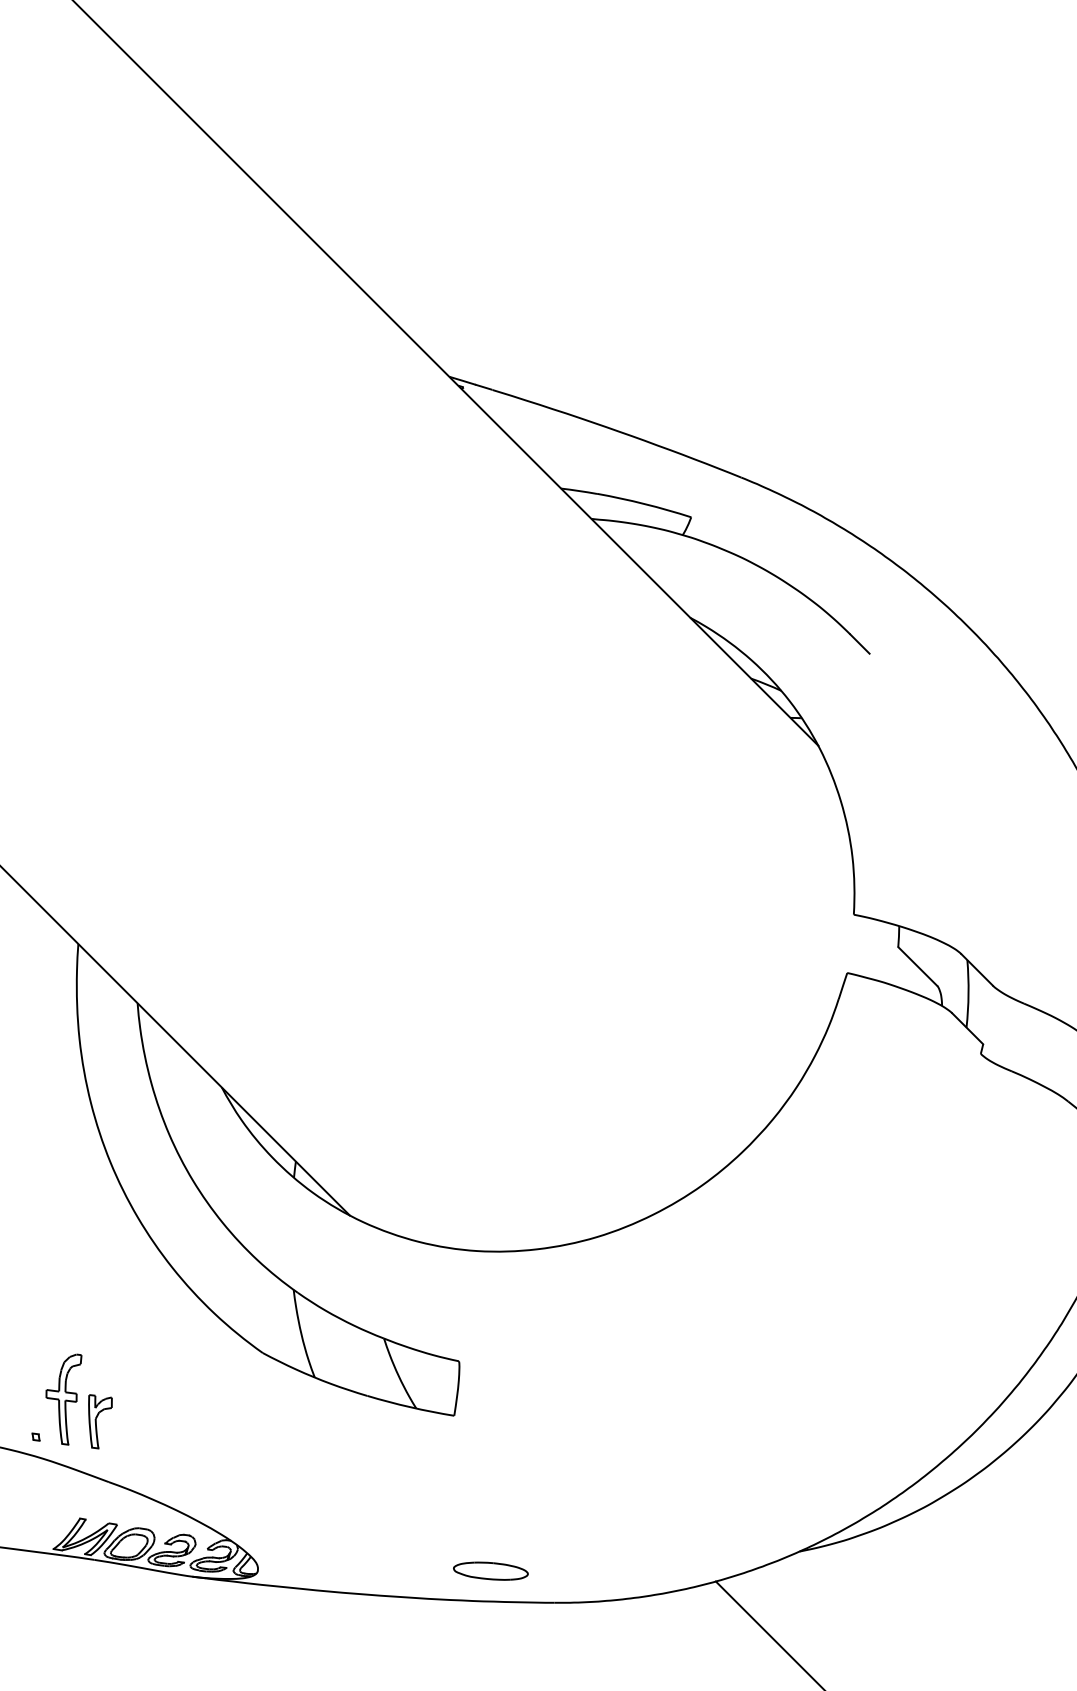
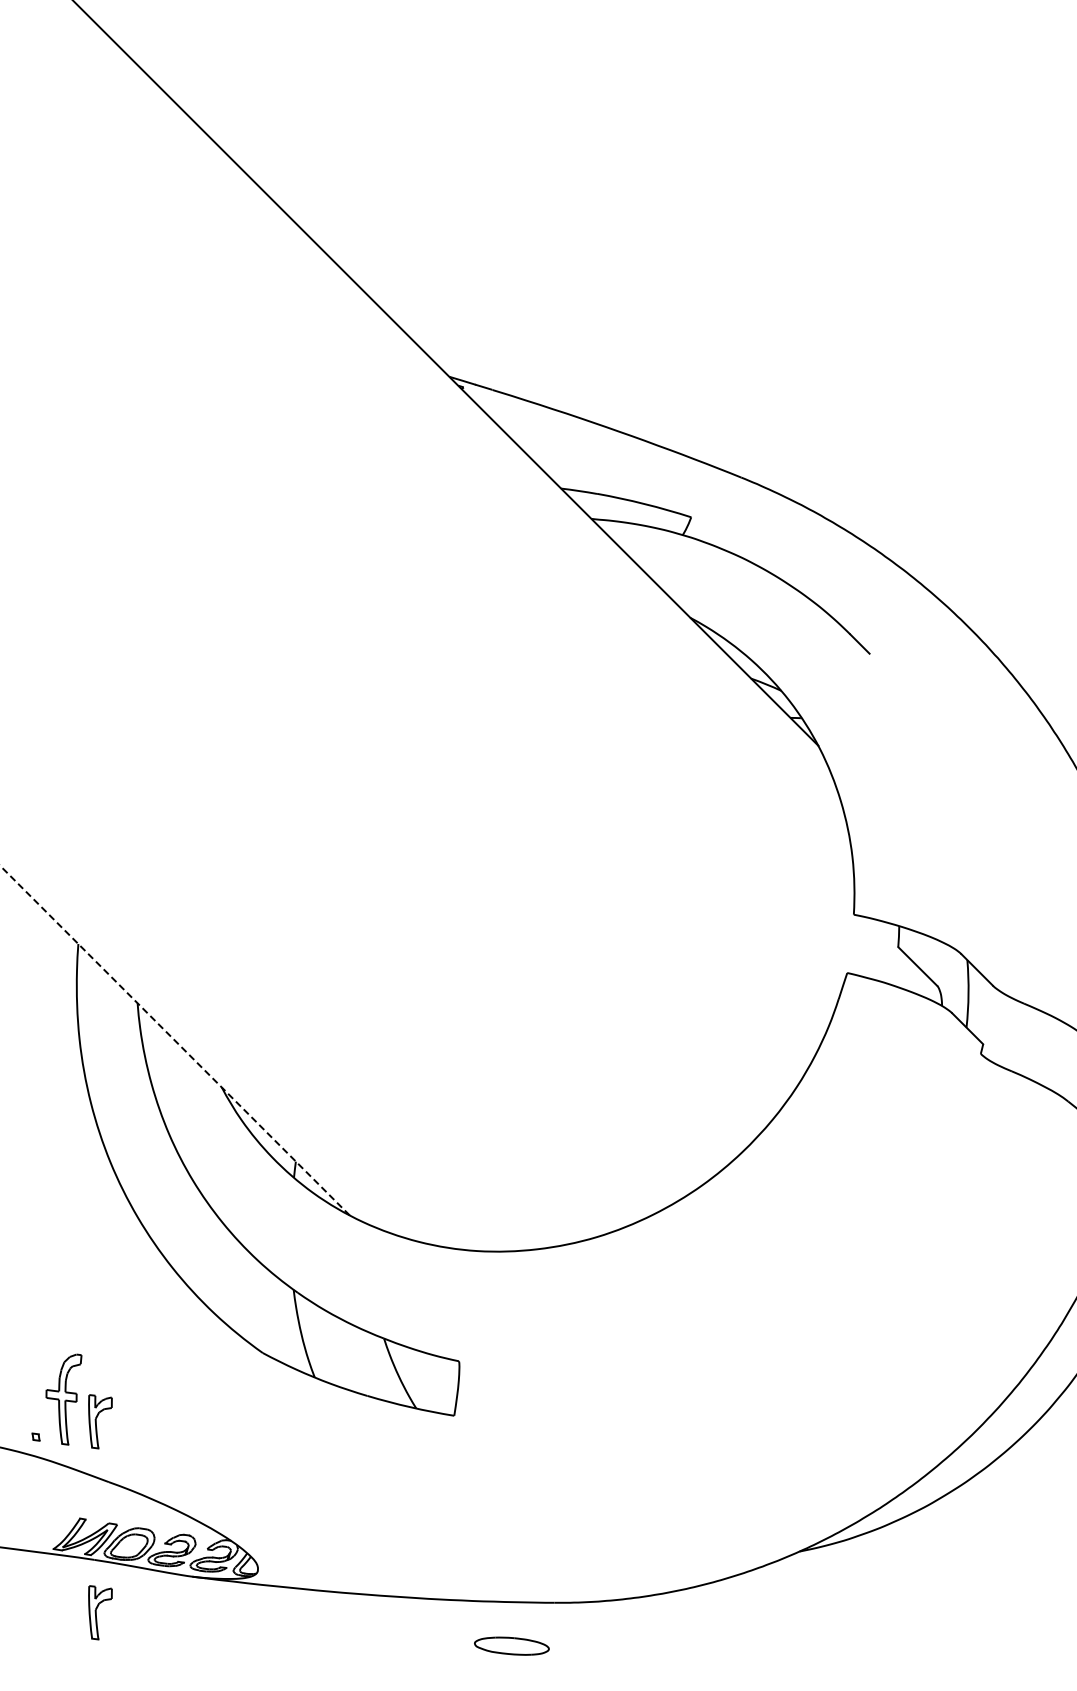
line at (175, 1040): solid -> dashed
part at (490, 1570) position: (490, 1570) -> (511, 1645)
part at (100, 1612): none -> present
line at (768, 1634): present -> none
